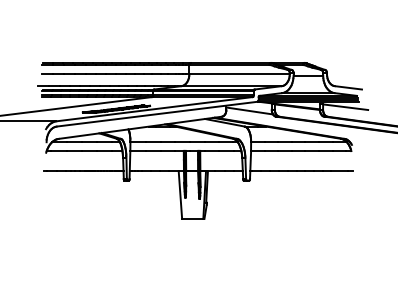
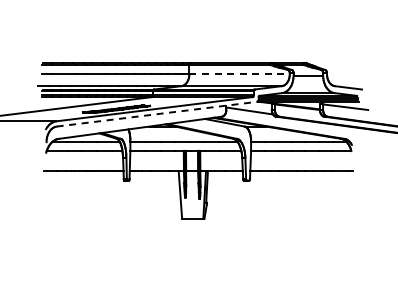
line at (240, 73): solid -> dashed
line at (157, 114): solid -> dashed
